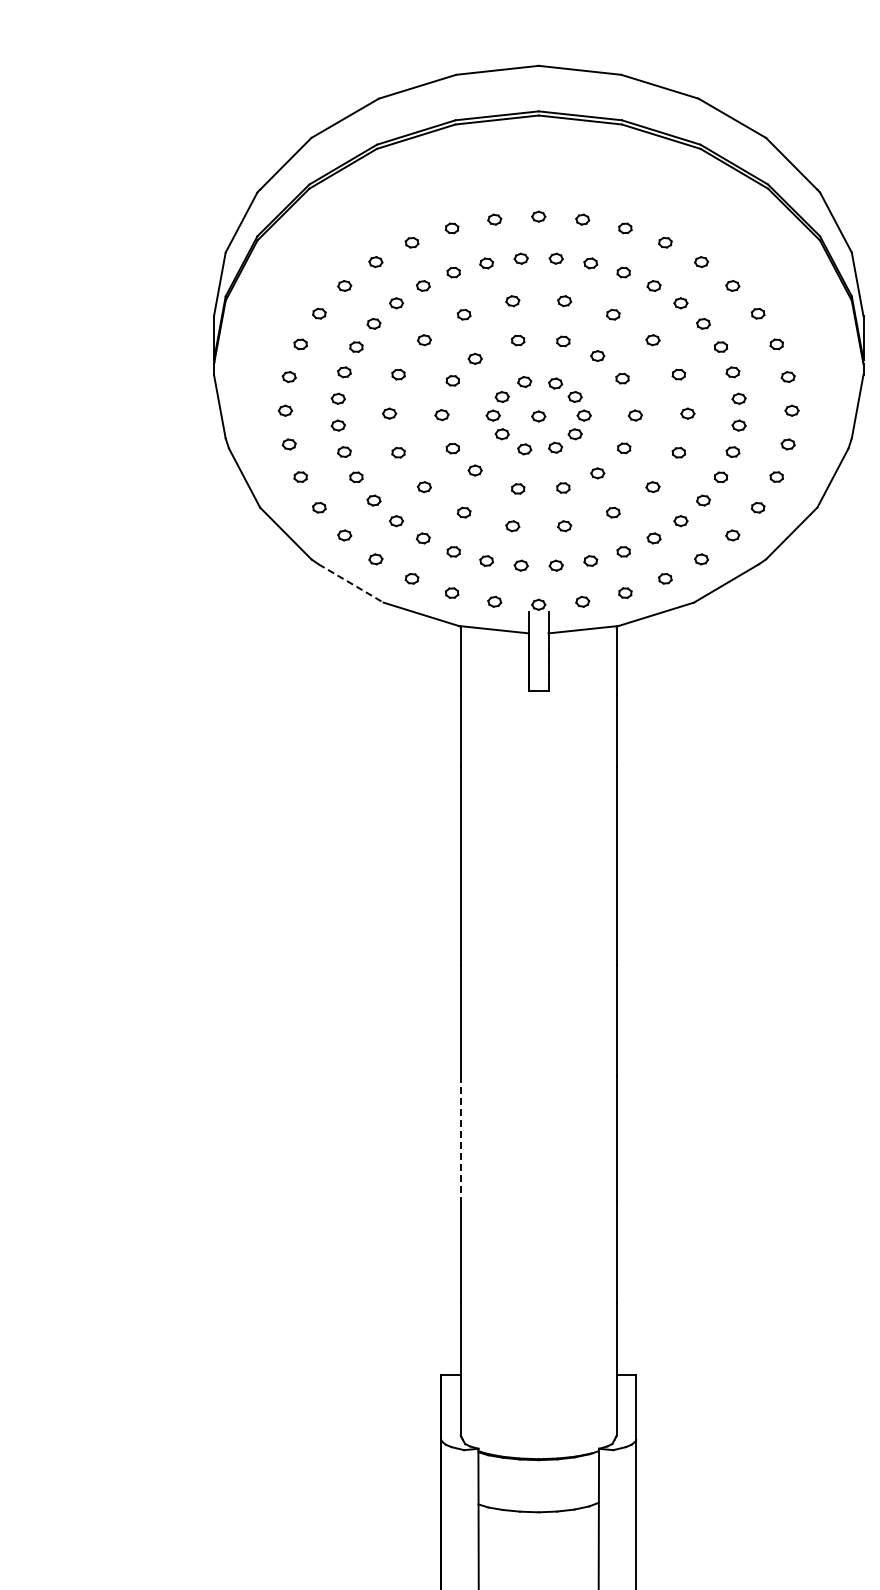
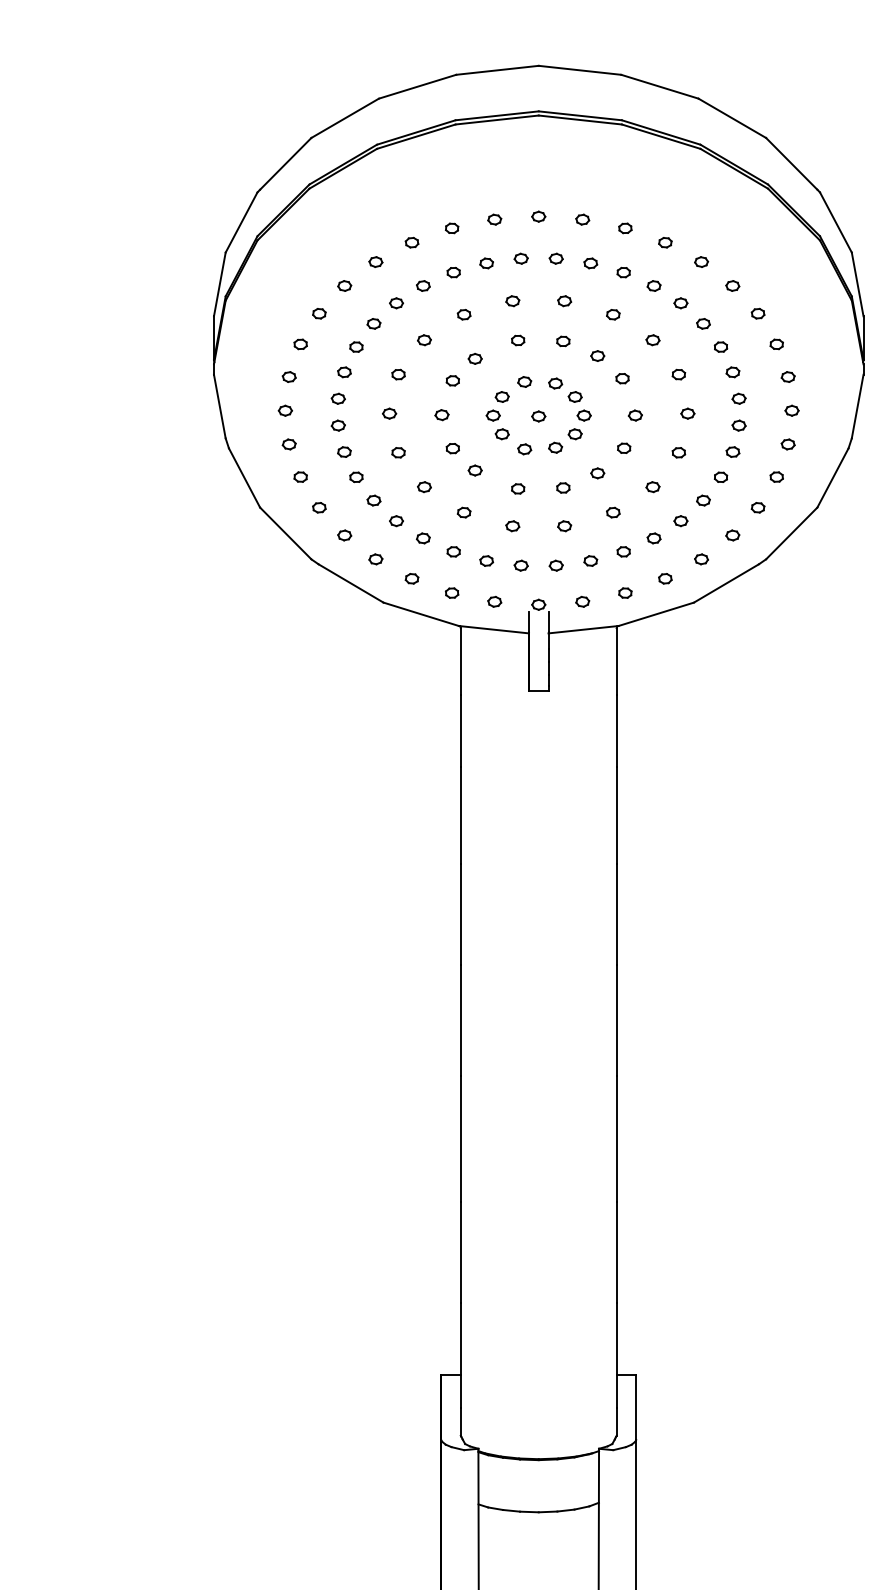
line at (351, 583): dashed -> solid
line at (460, 1139): dashed -> solid
